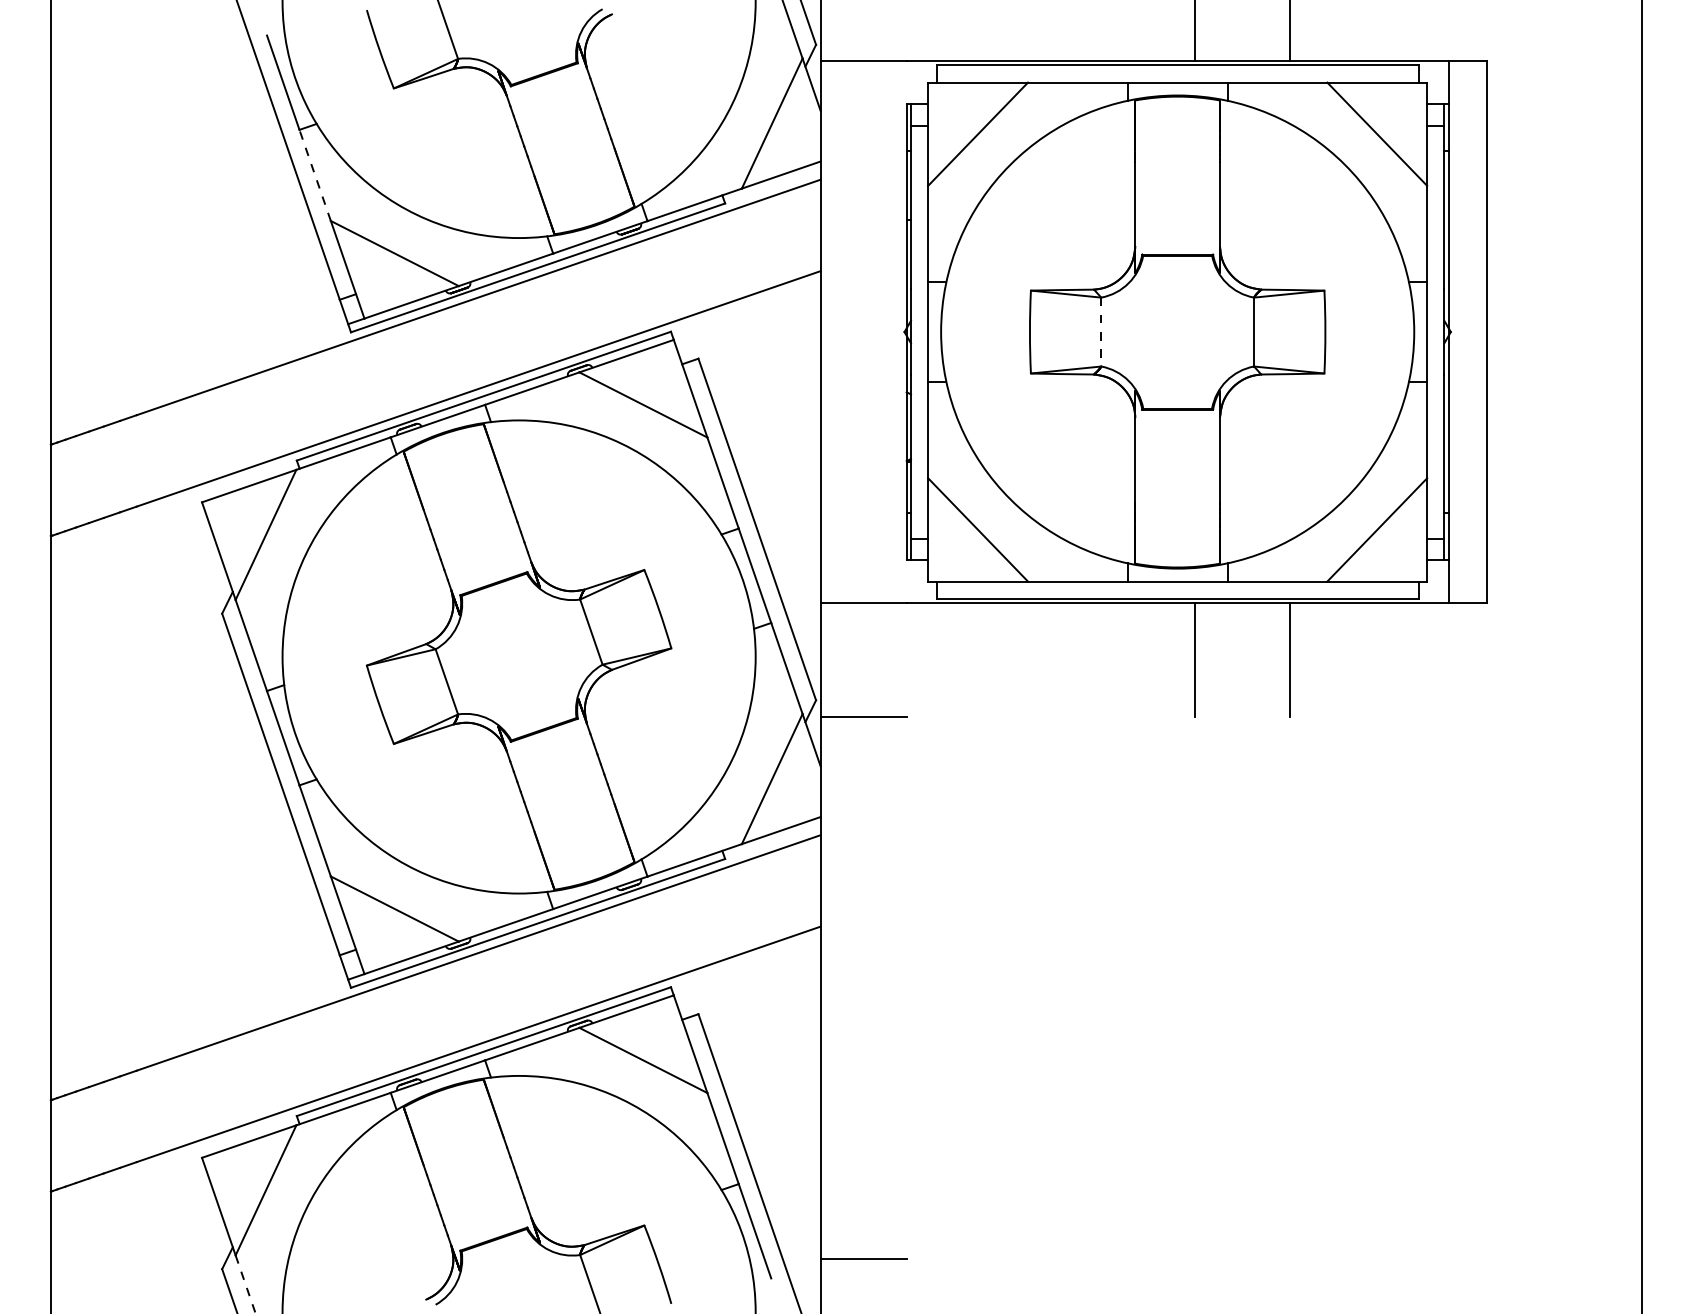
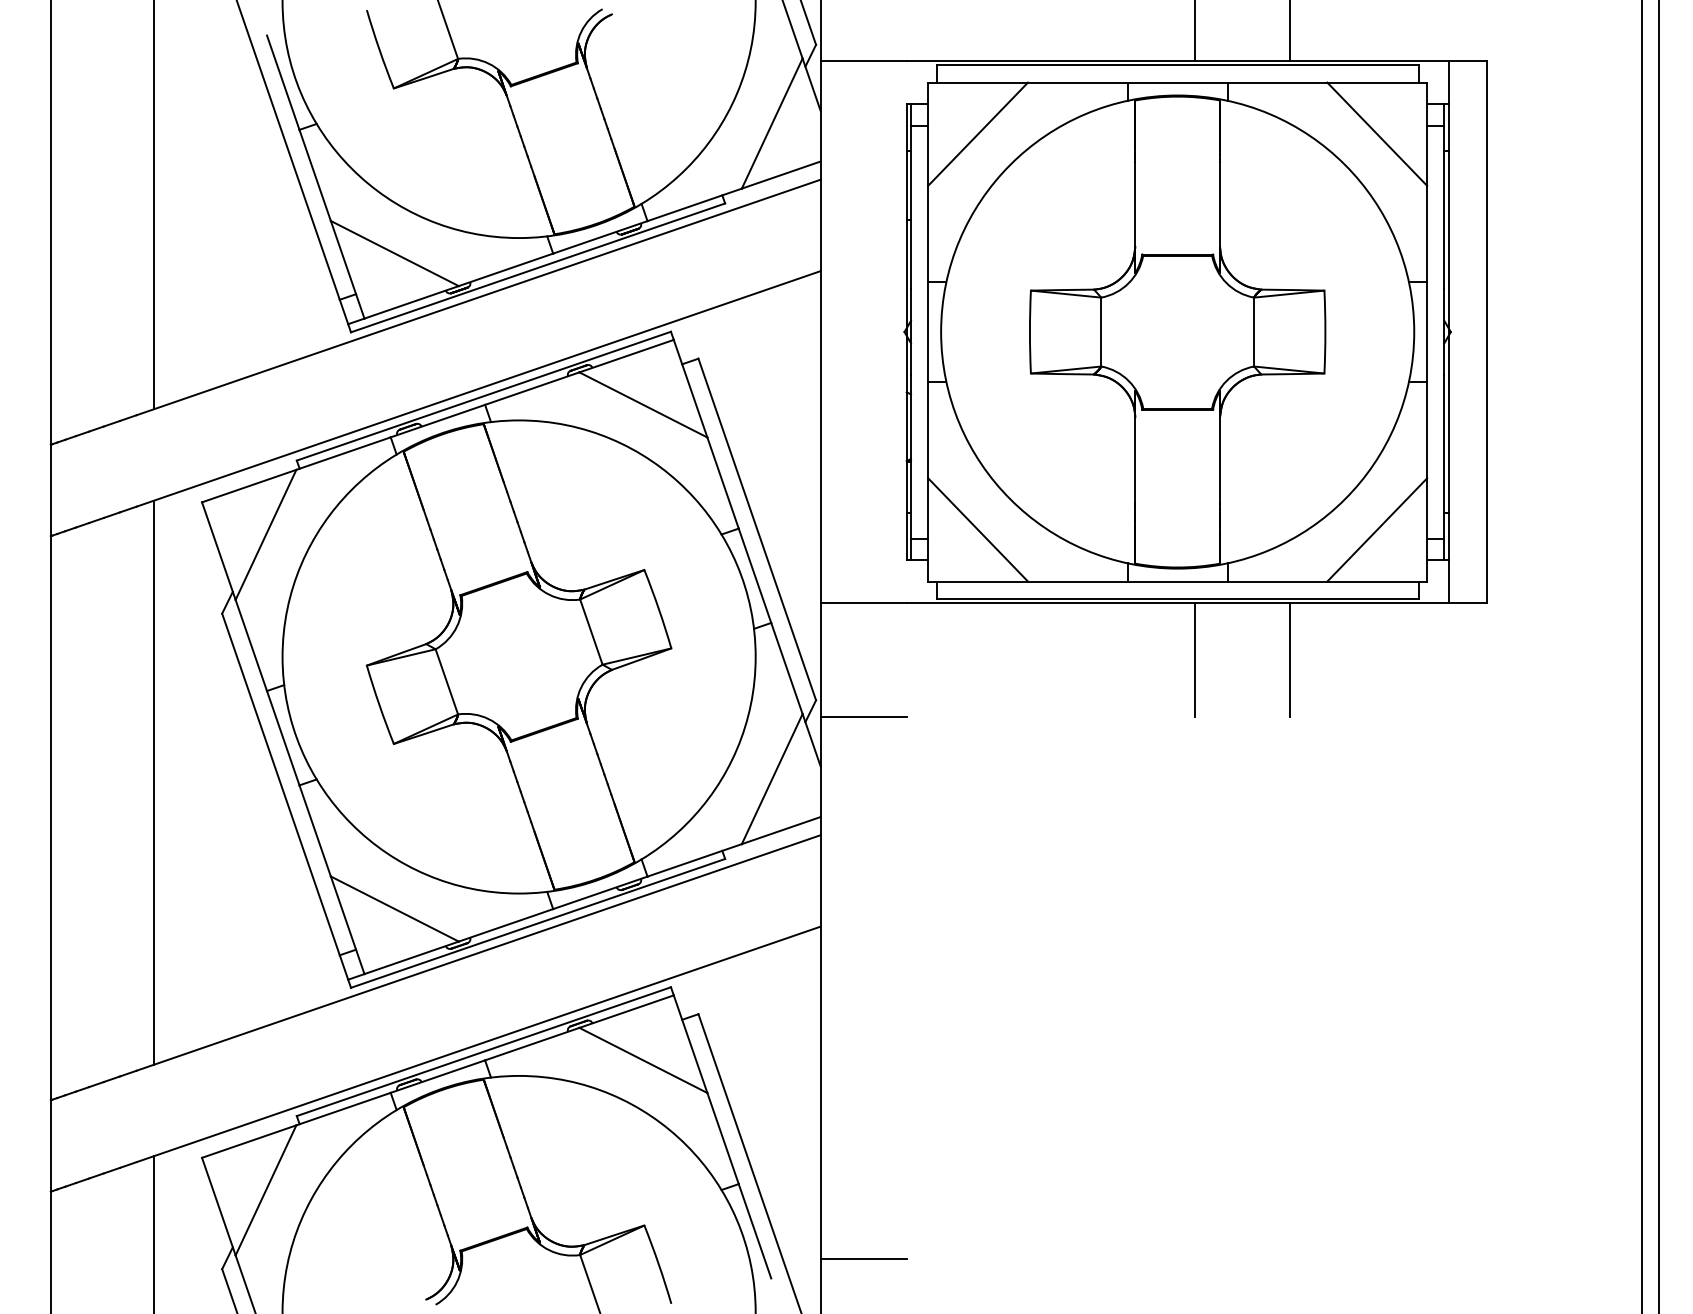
line at (315, 174): dashed -> solid
line at (154, 205): none -> present
line at (1101, 332): dashed -> solid
line at (1659, 656): none -> present
line at (154, 782): none -> present
line at (154, 1233): none -> present
line at (245, 1284): dashed -> solid
